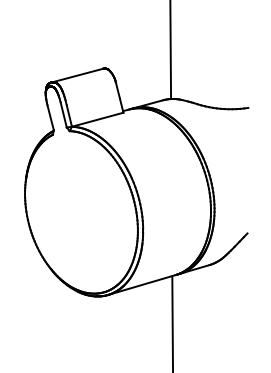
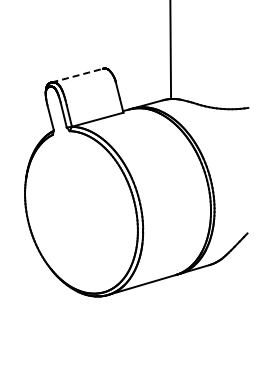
line at (77, 75): solid -> dashed
line at (172, 322): present -> none
